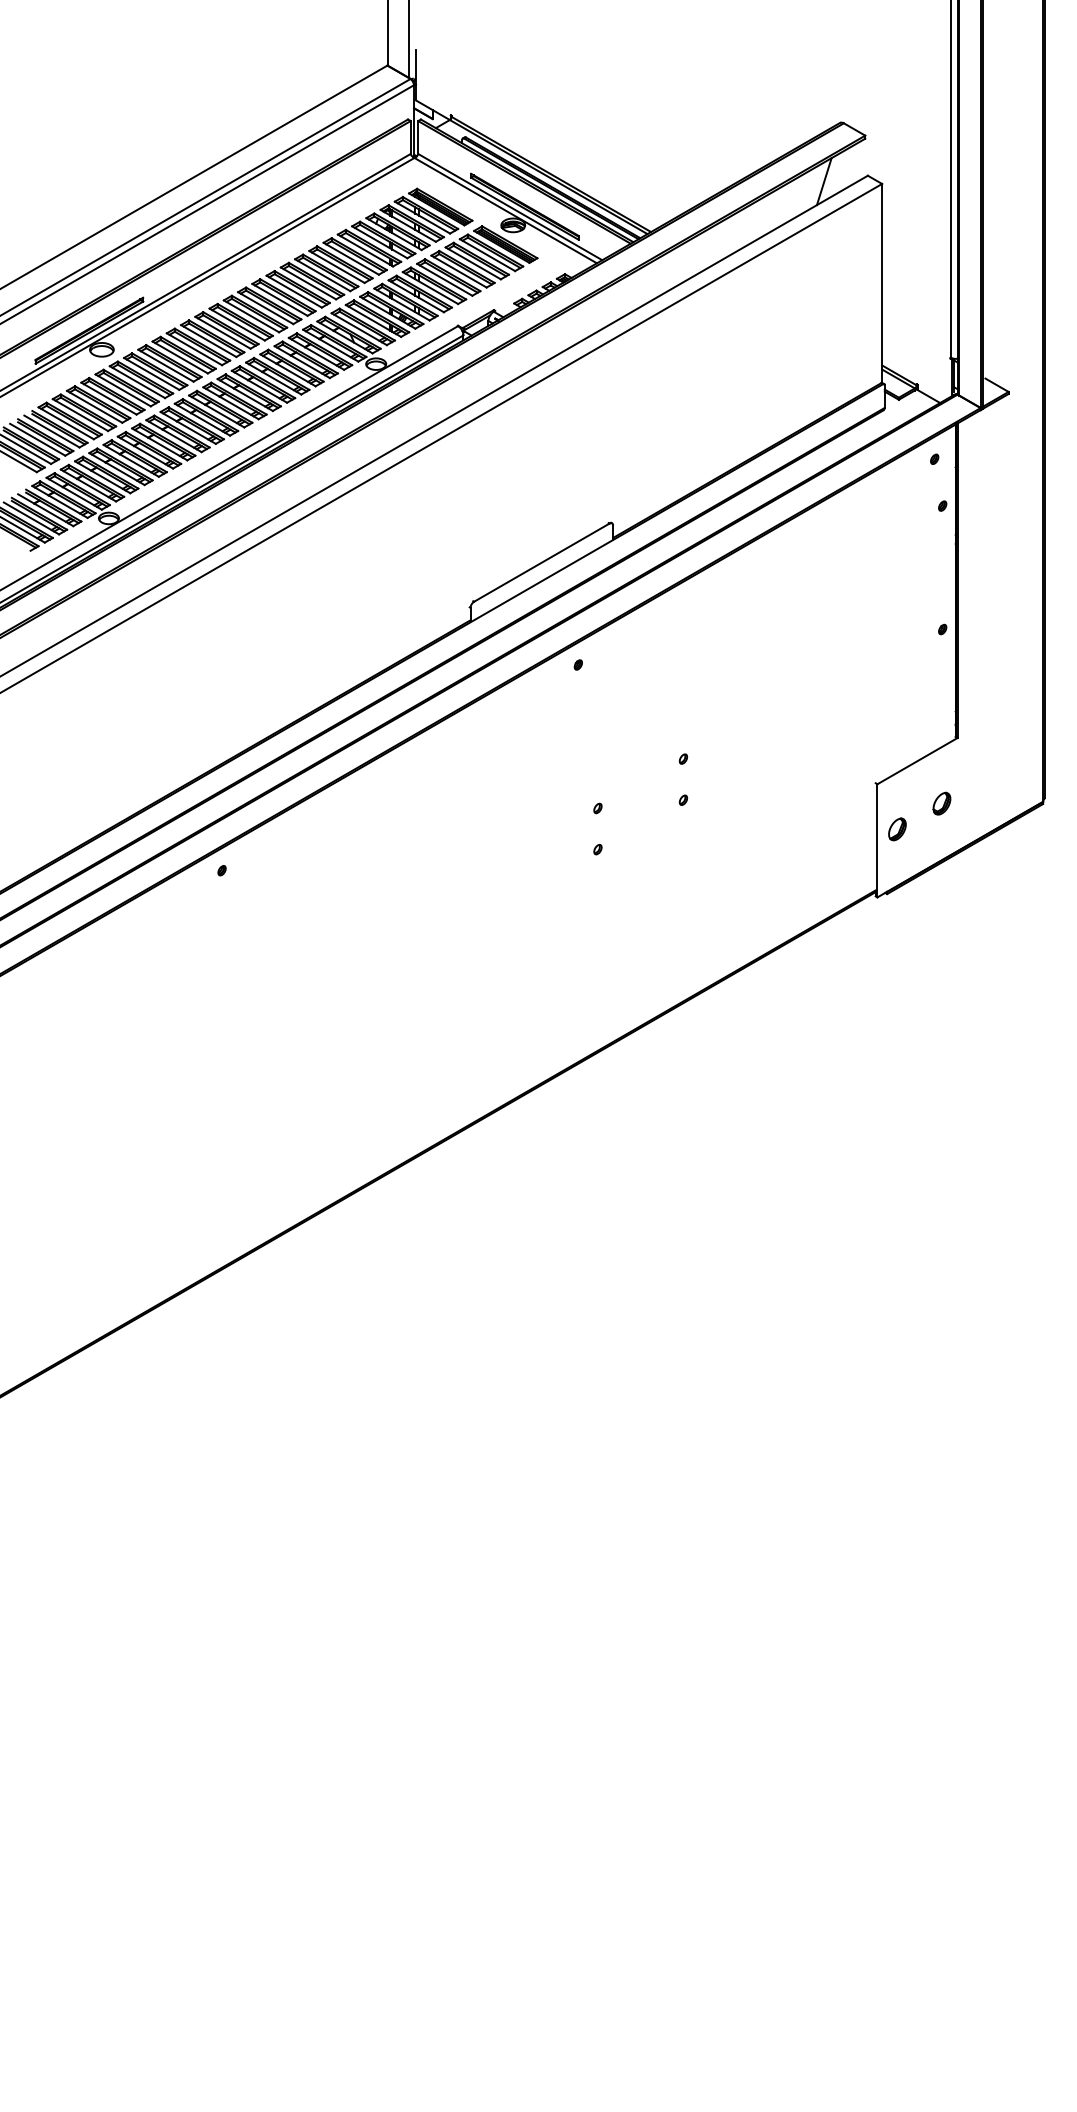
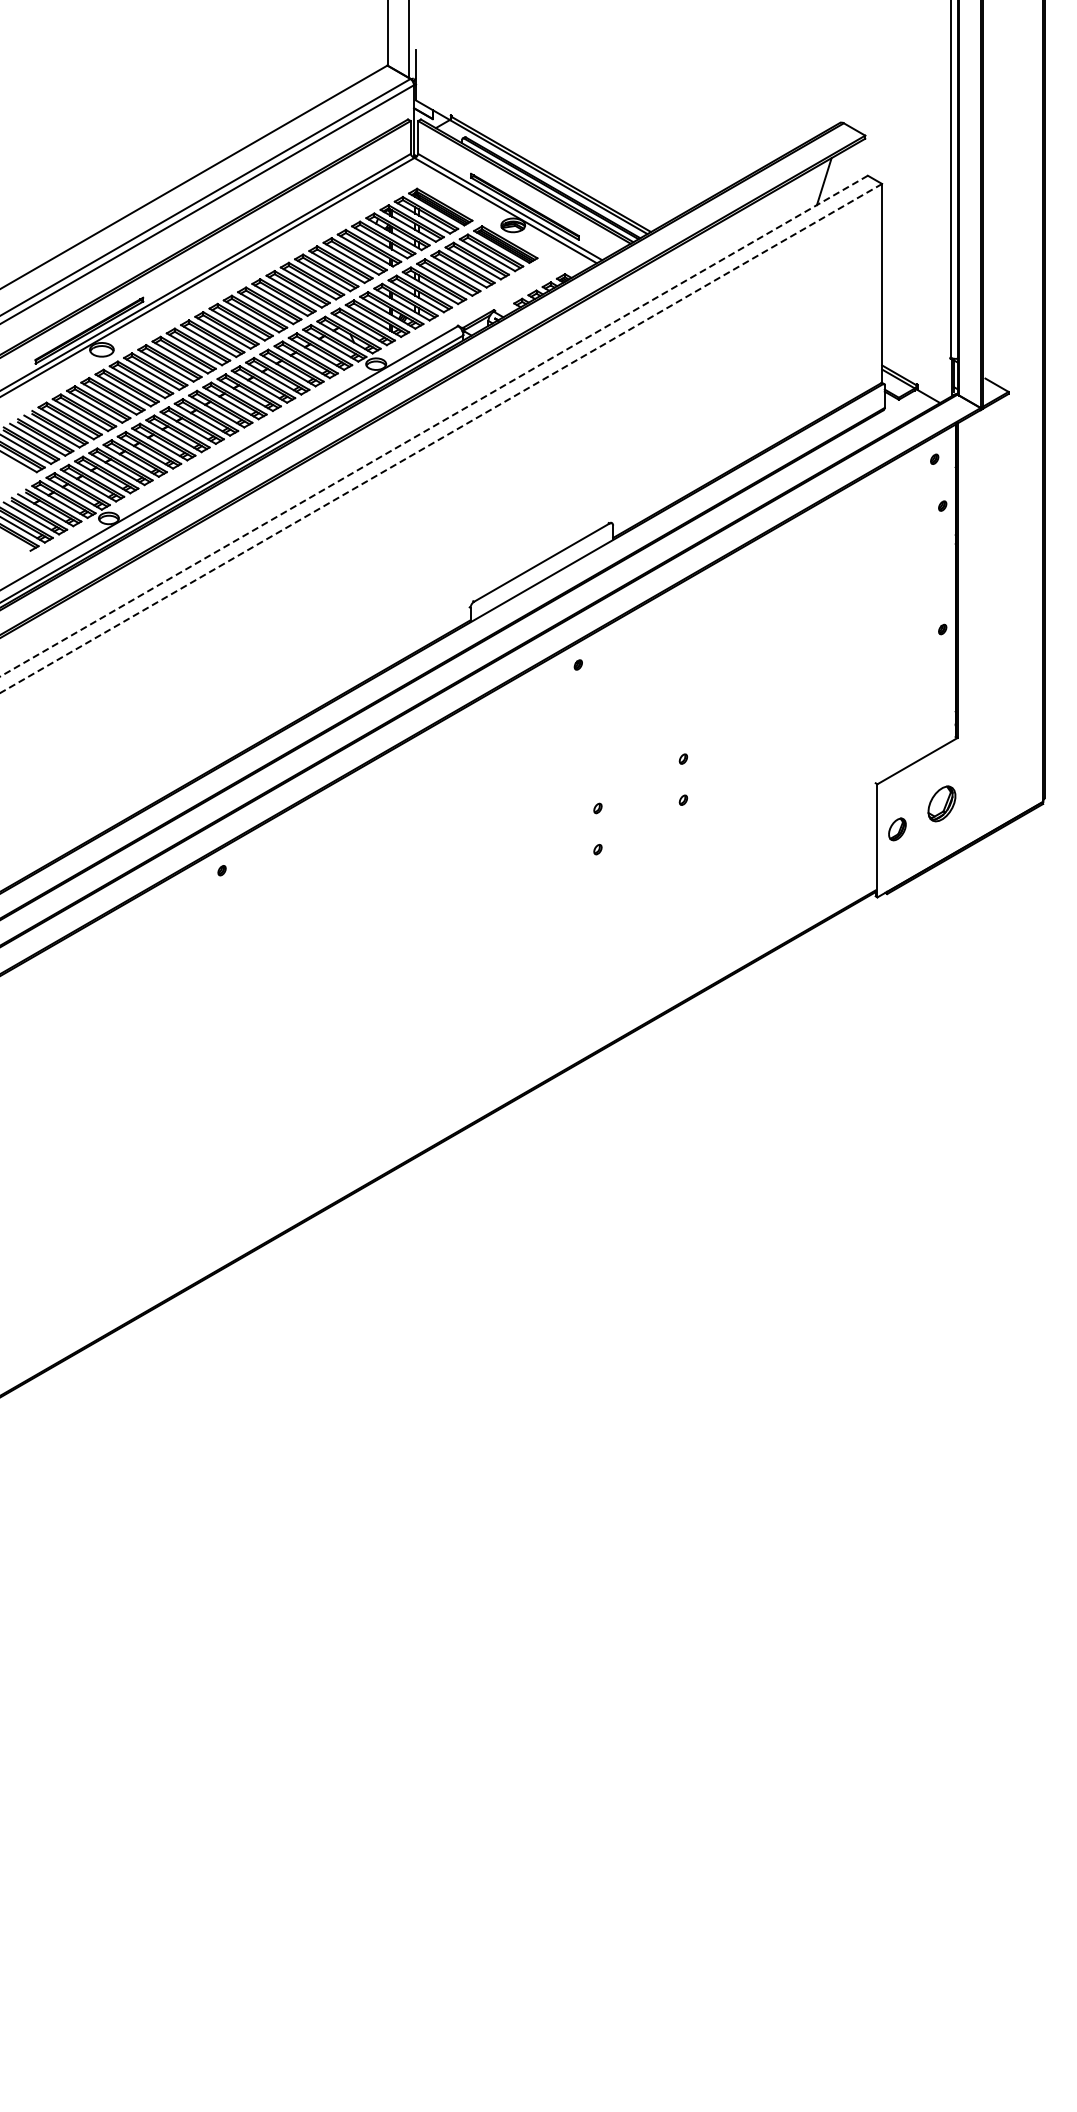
line at (434, 426): solid -> dashed
line at (441, 438): solid -> dashed
part at (941, 803) size: 20x25 px -> 30x38 px
